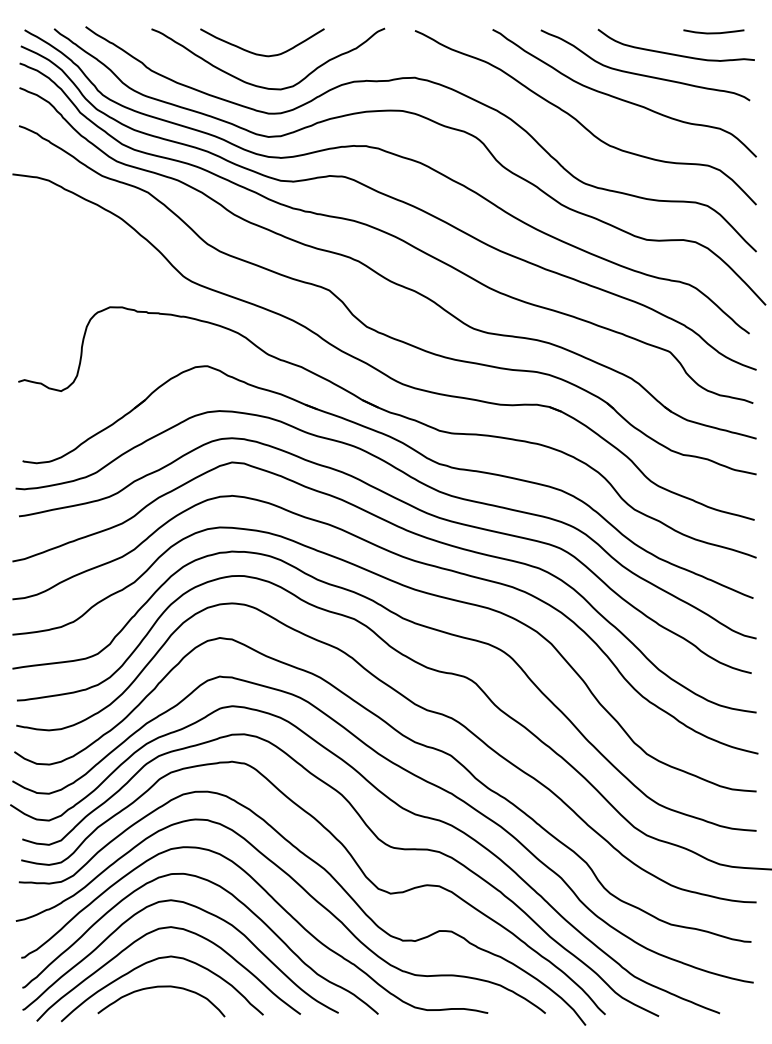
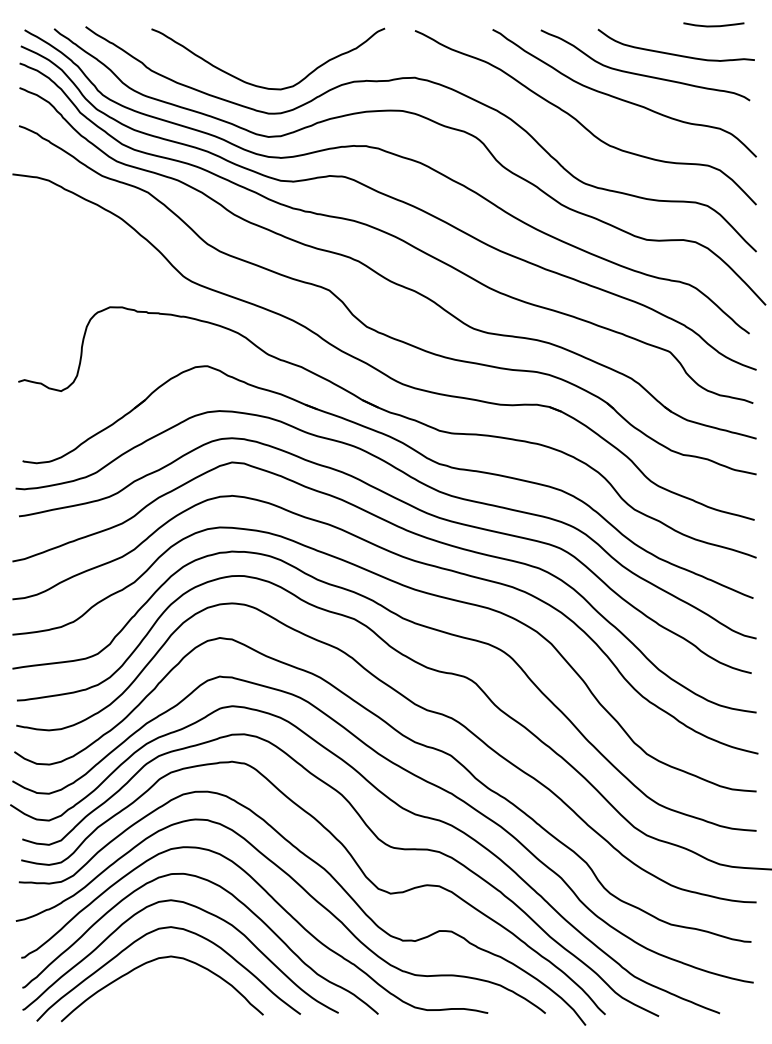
curve at (713, 32) position: (713, 32) -> (713, 25)
curve at (258, 53): present -> none
curve at (161, 987): present -> none
